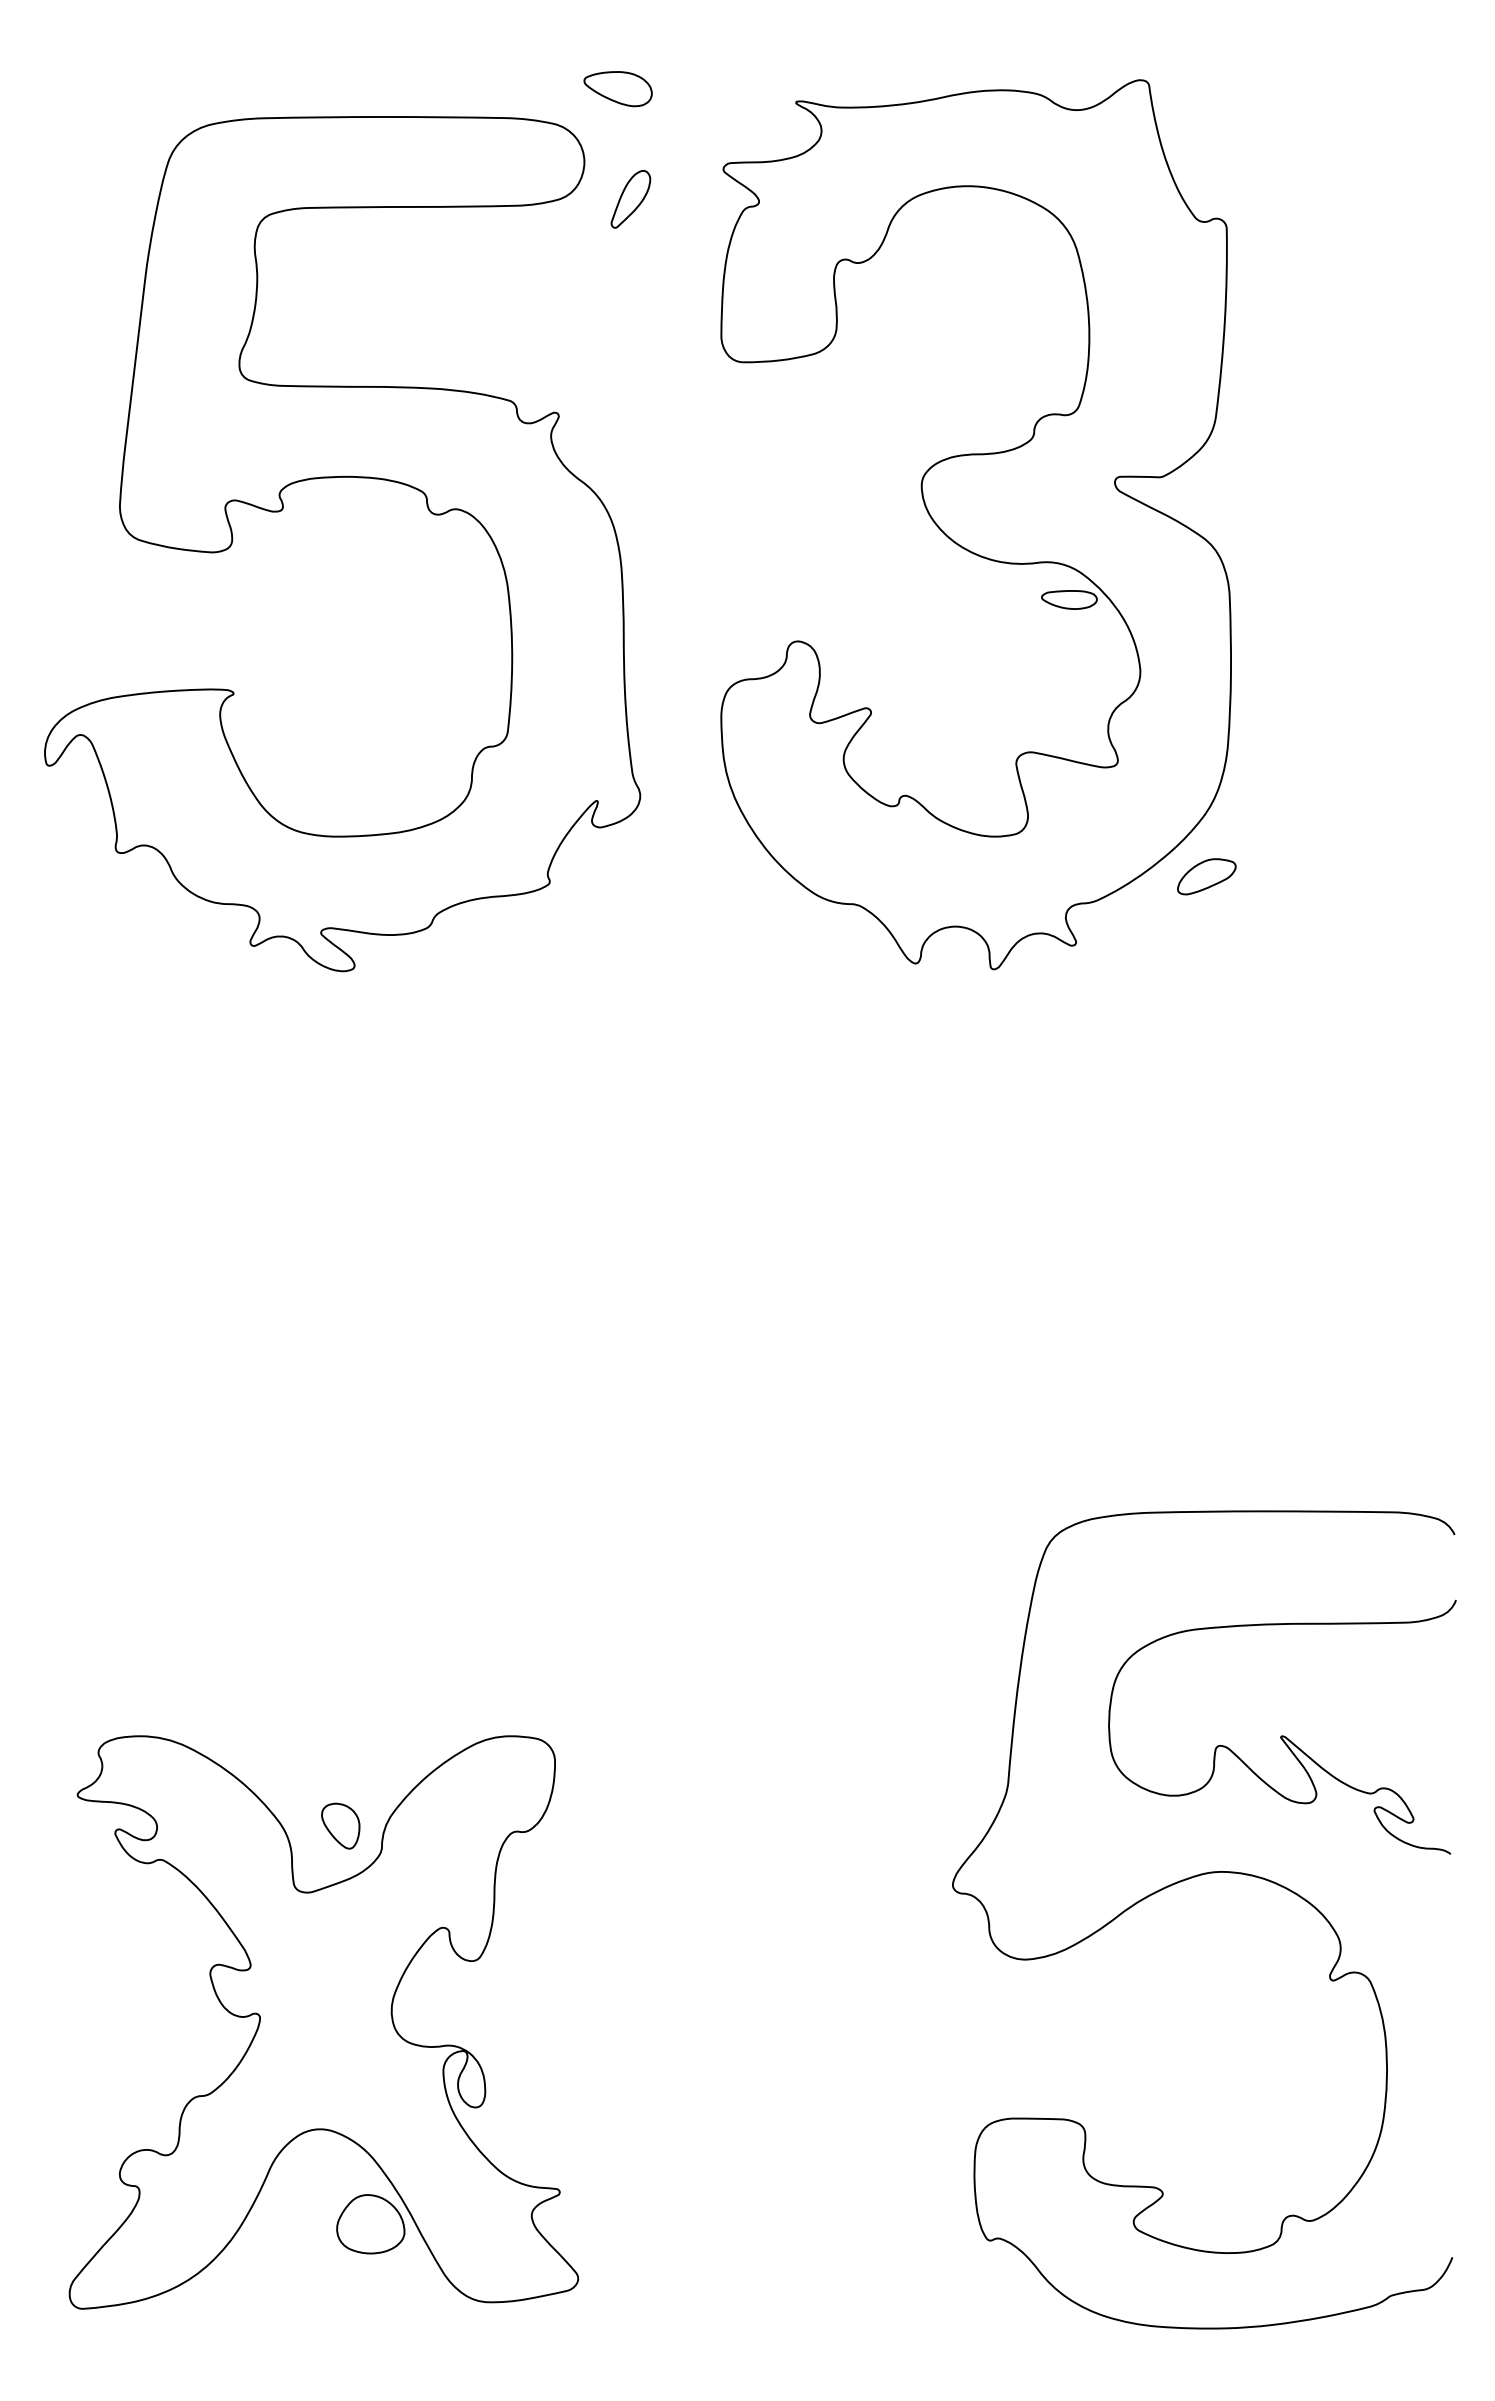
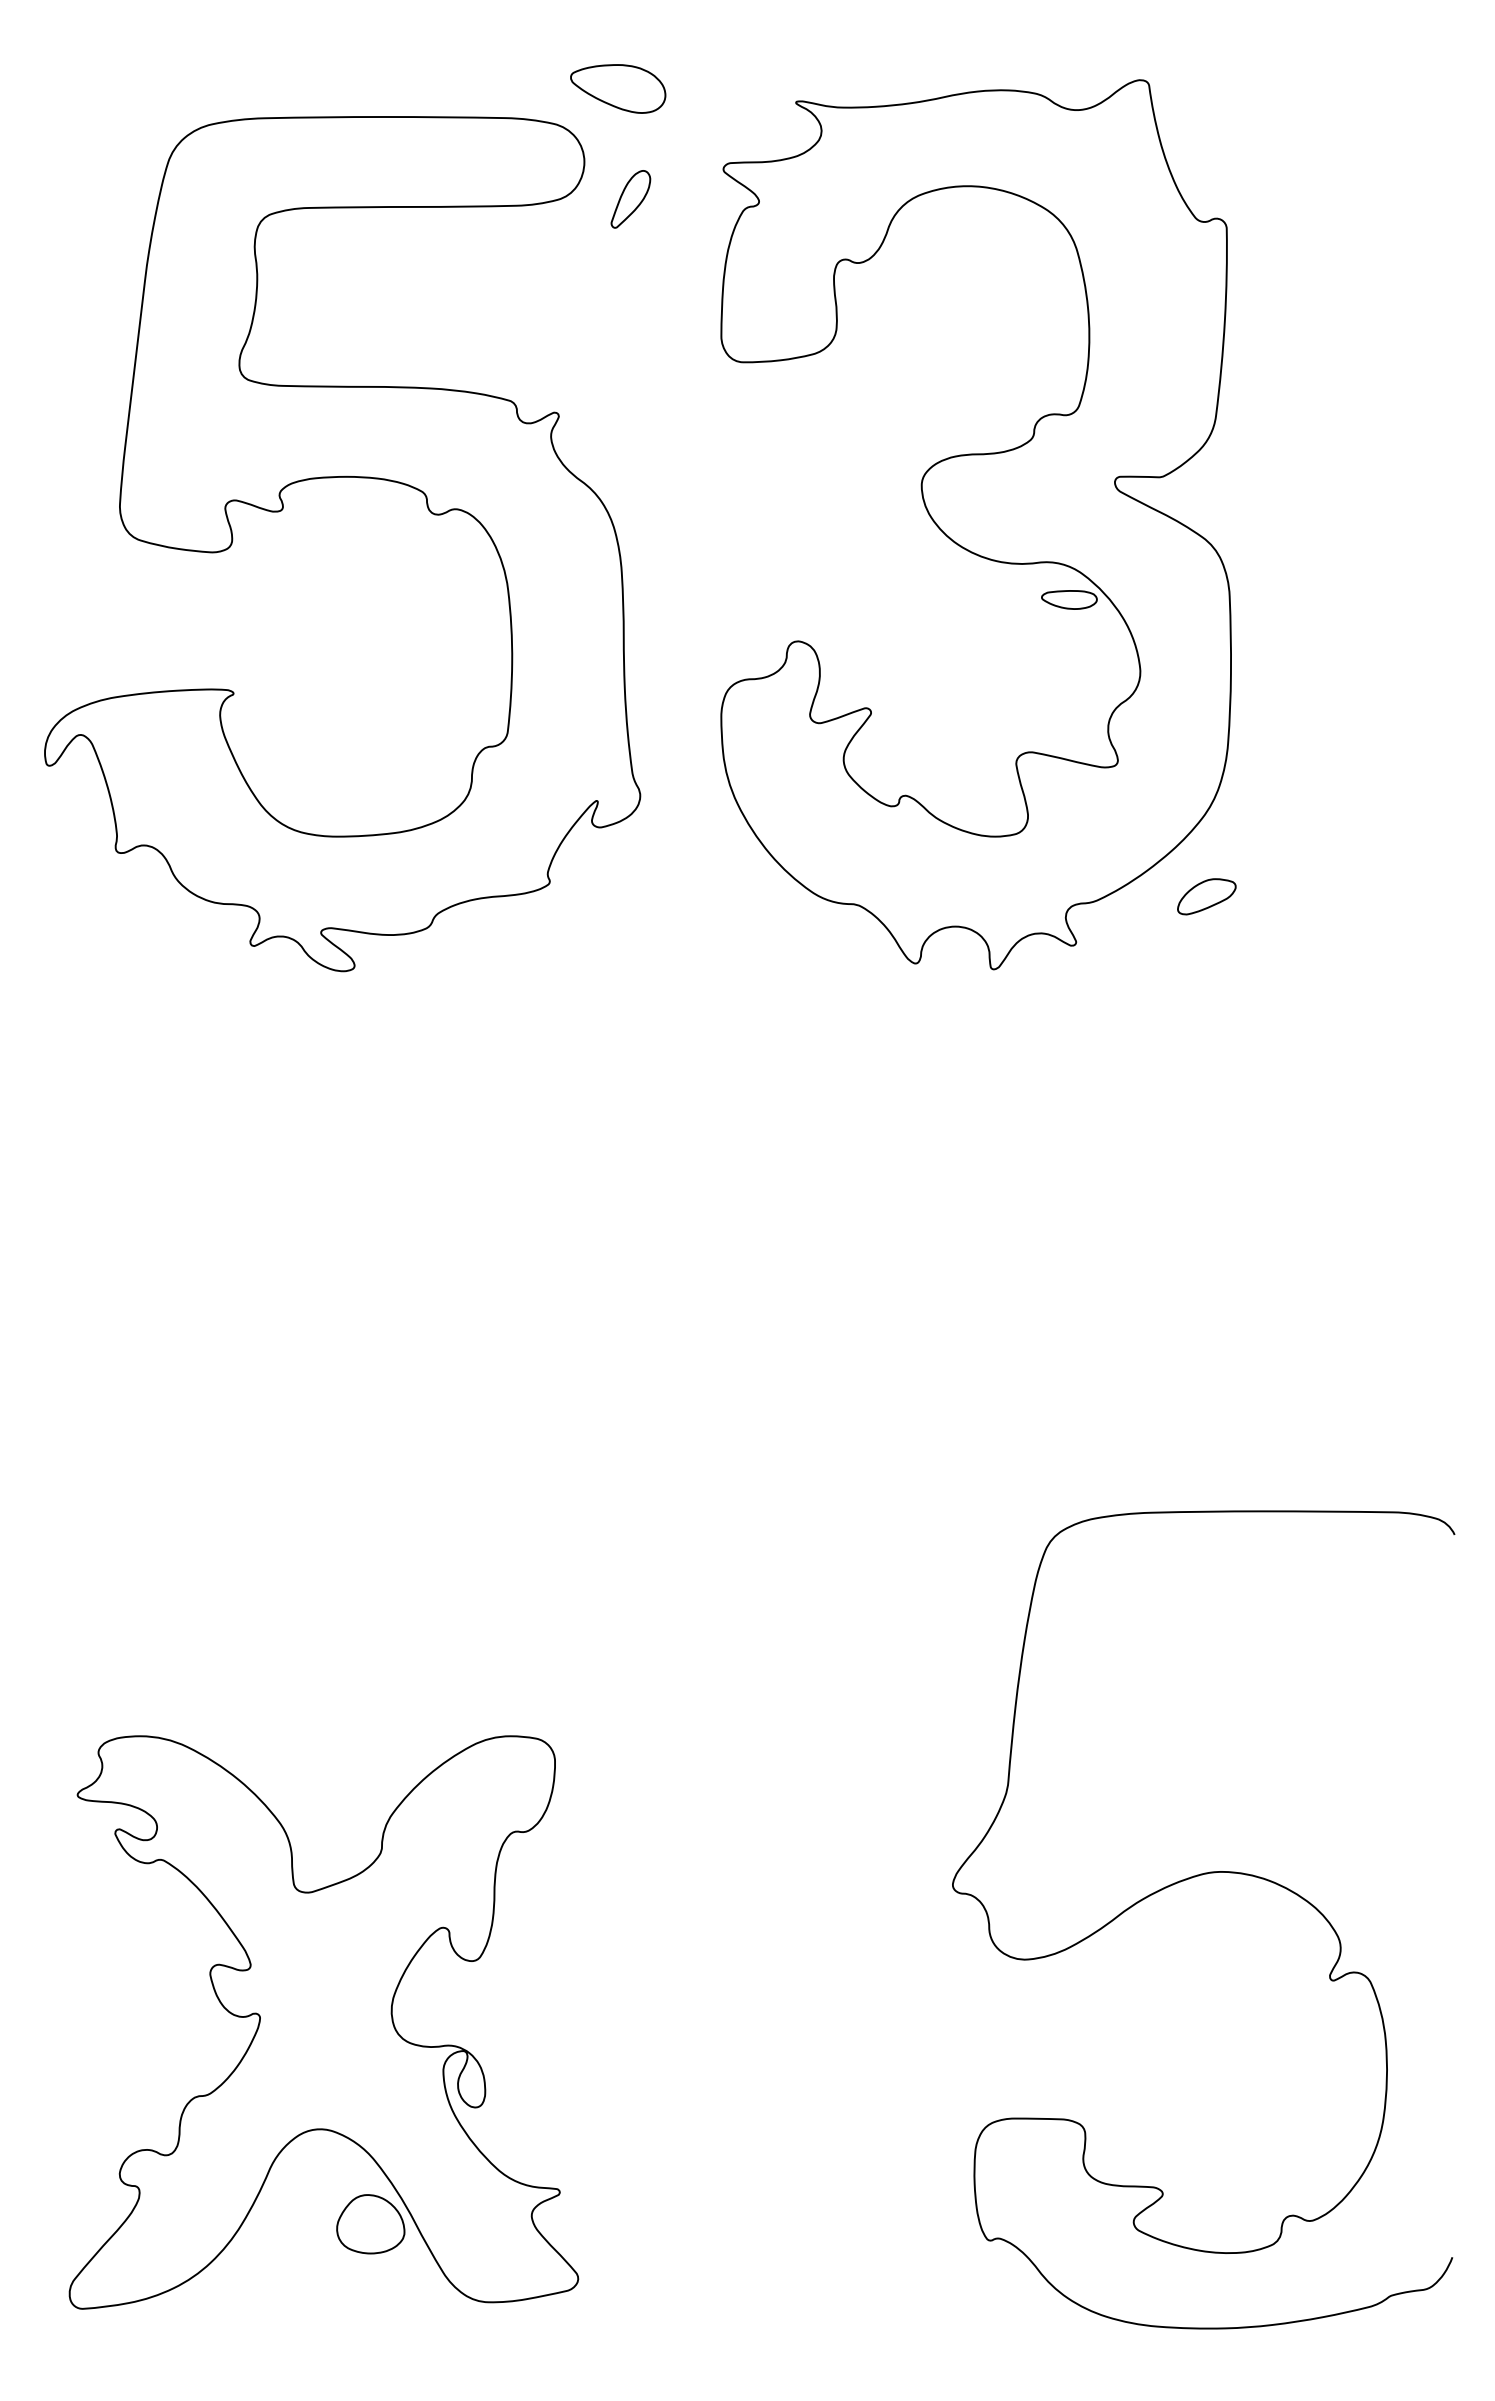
part at (617, 89) size: 70x37 px -> 97x50 px
part at (1206, 876) position: (1206, 876) -> (1206, 896)
curve at (1282, 1735): present -> none
part at (340, 1825): present -> none
